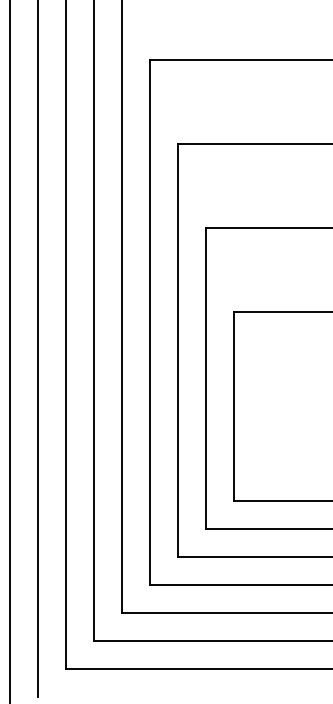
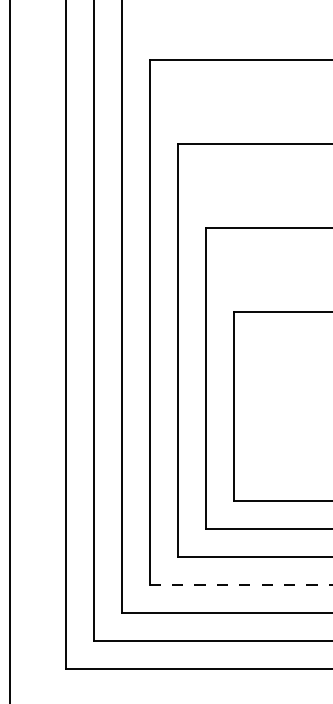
line at (37, 349): present -> none
line at (241, 584): solid -> dashed
